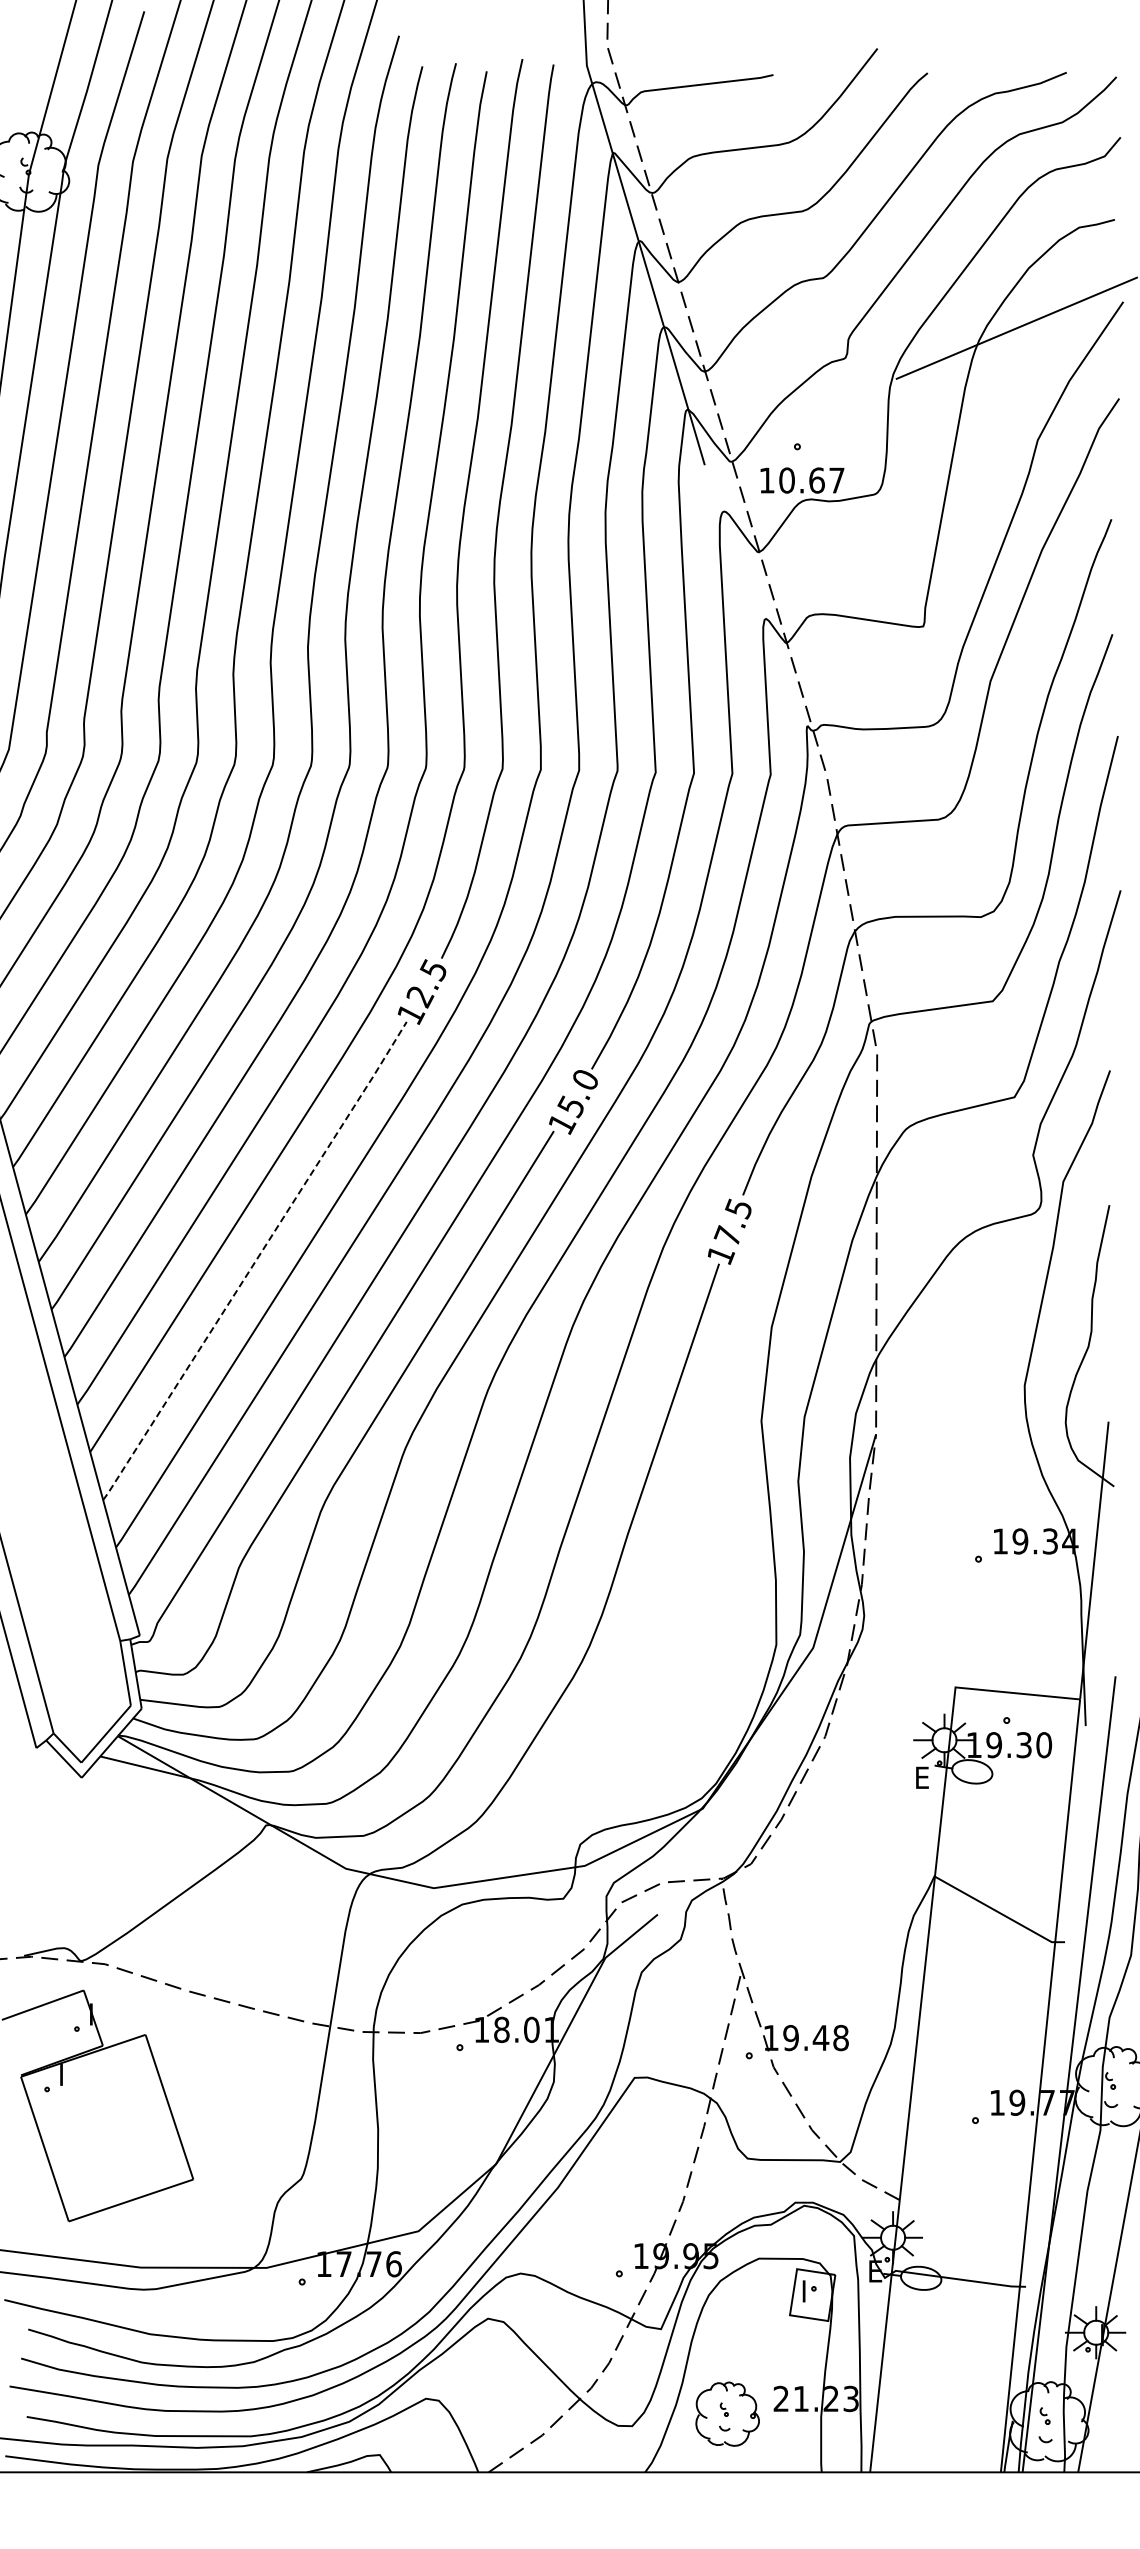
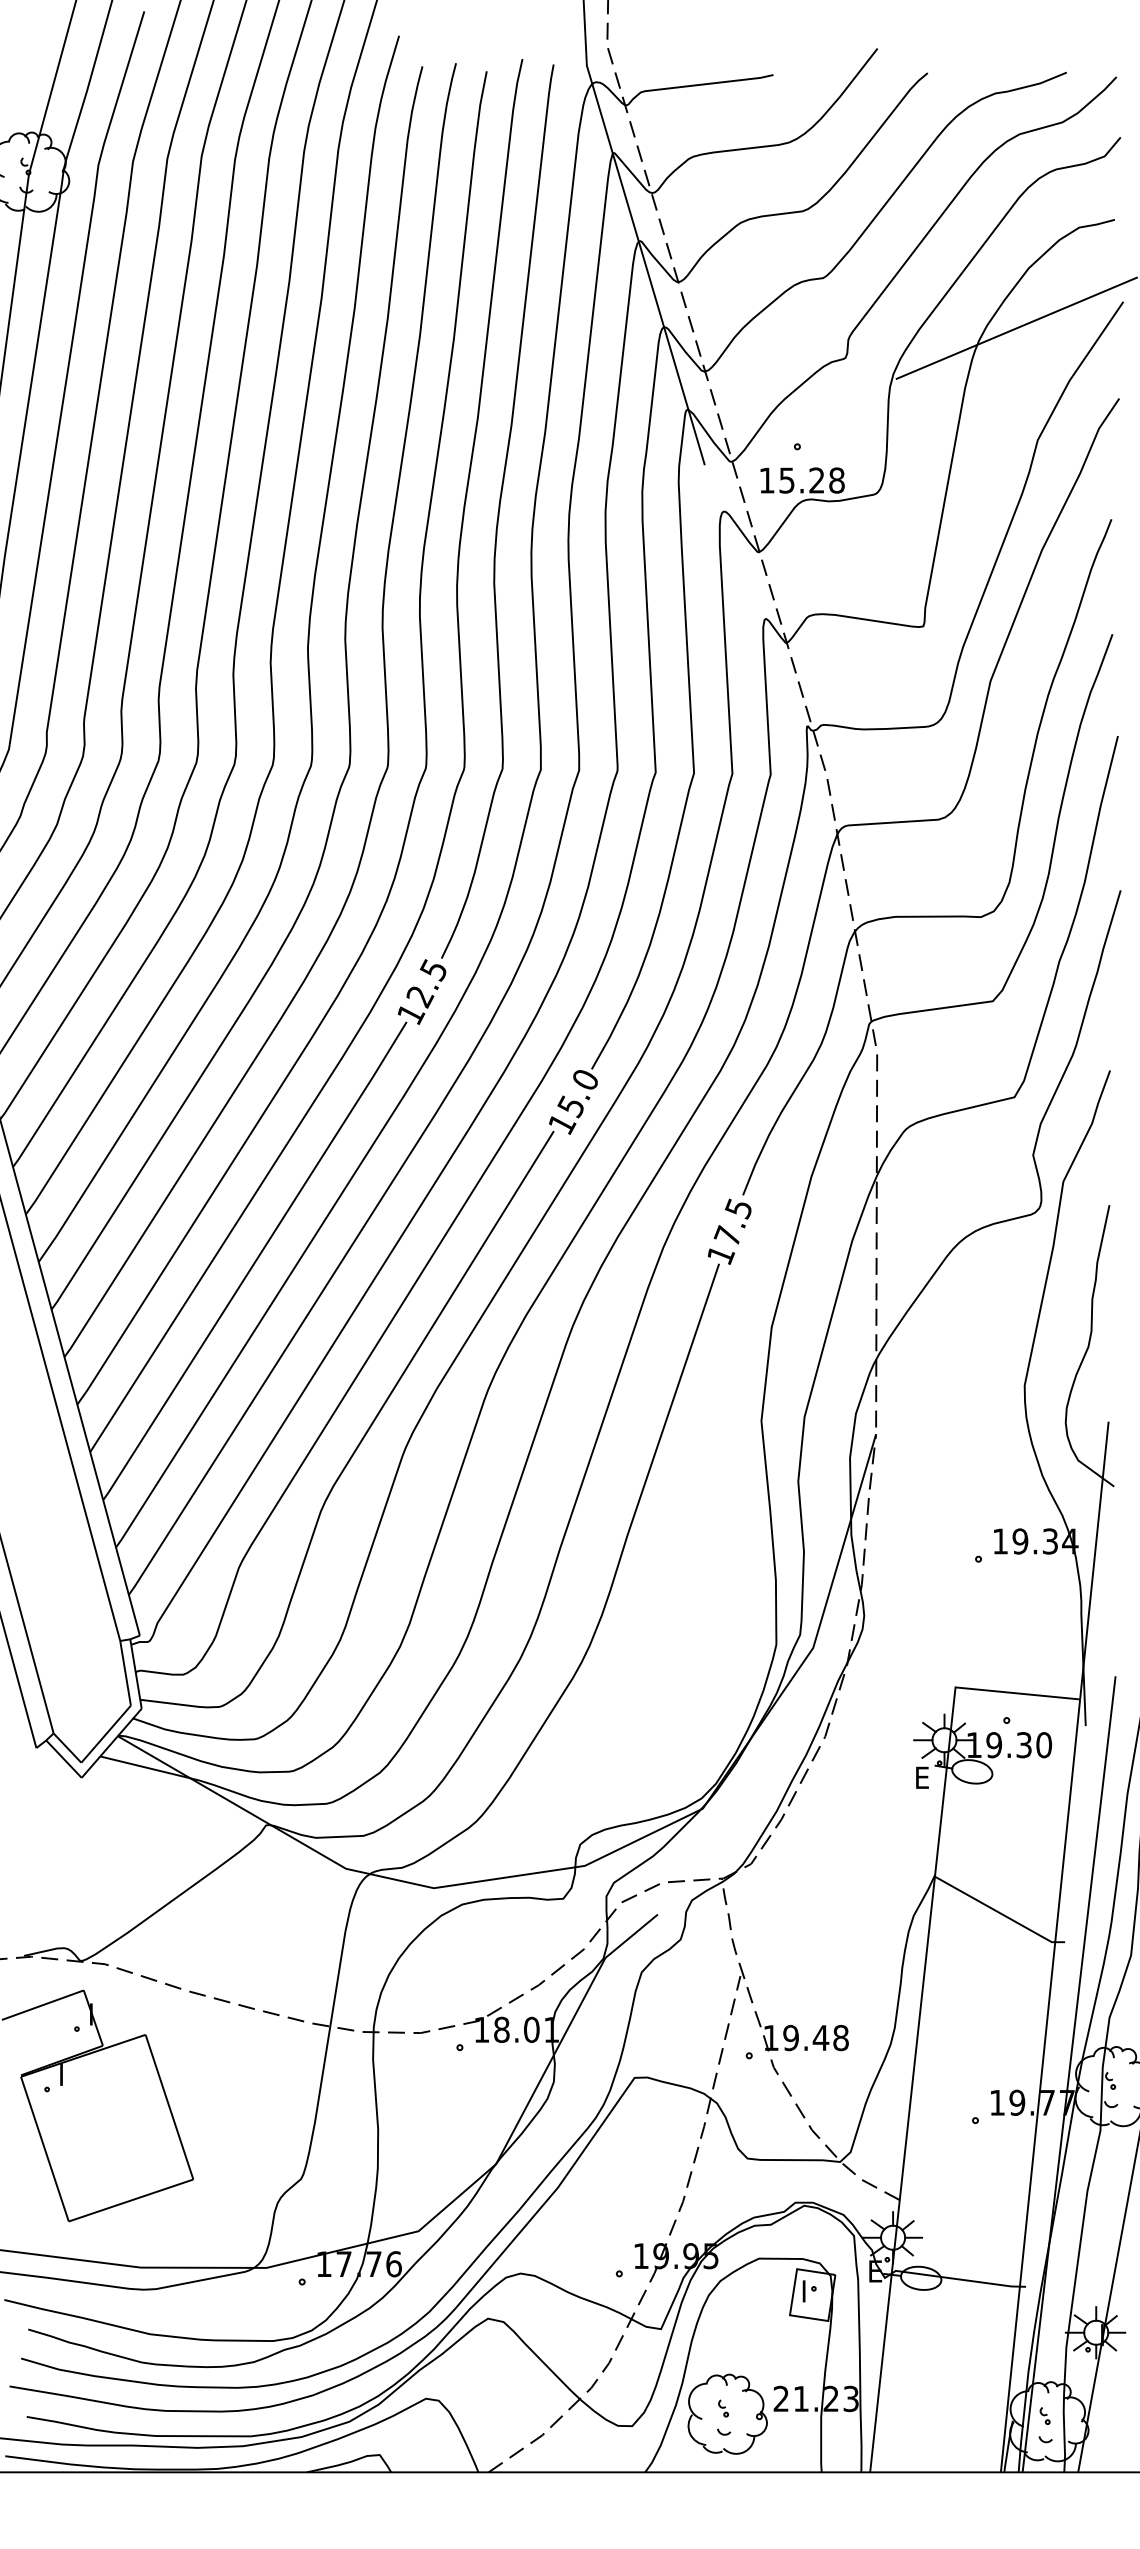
text at (811, 480): 10.67 -> 15.28
line at (255, 1261): dashed -> solid
part at (727, 2413) size: 65x66 px -> 81x82 px
